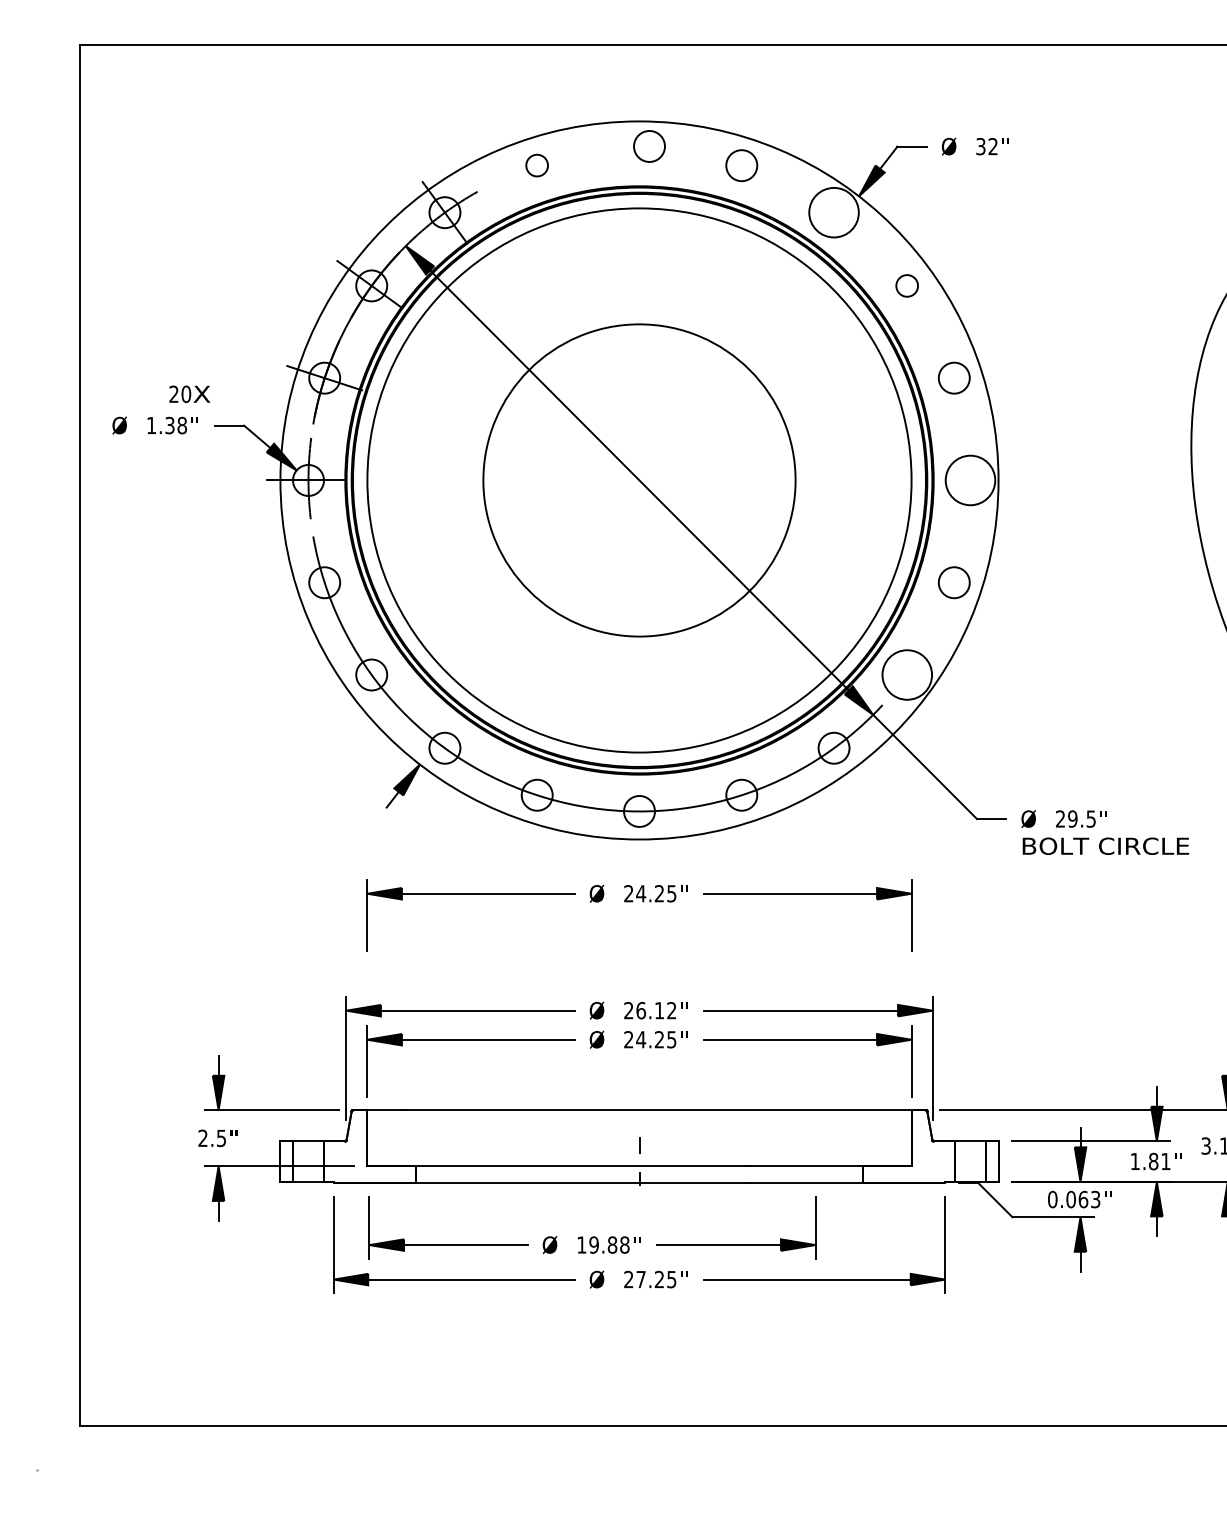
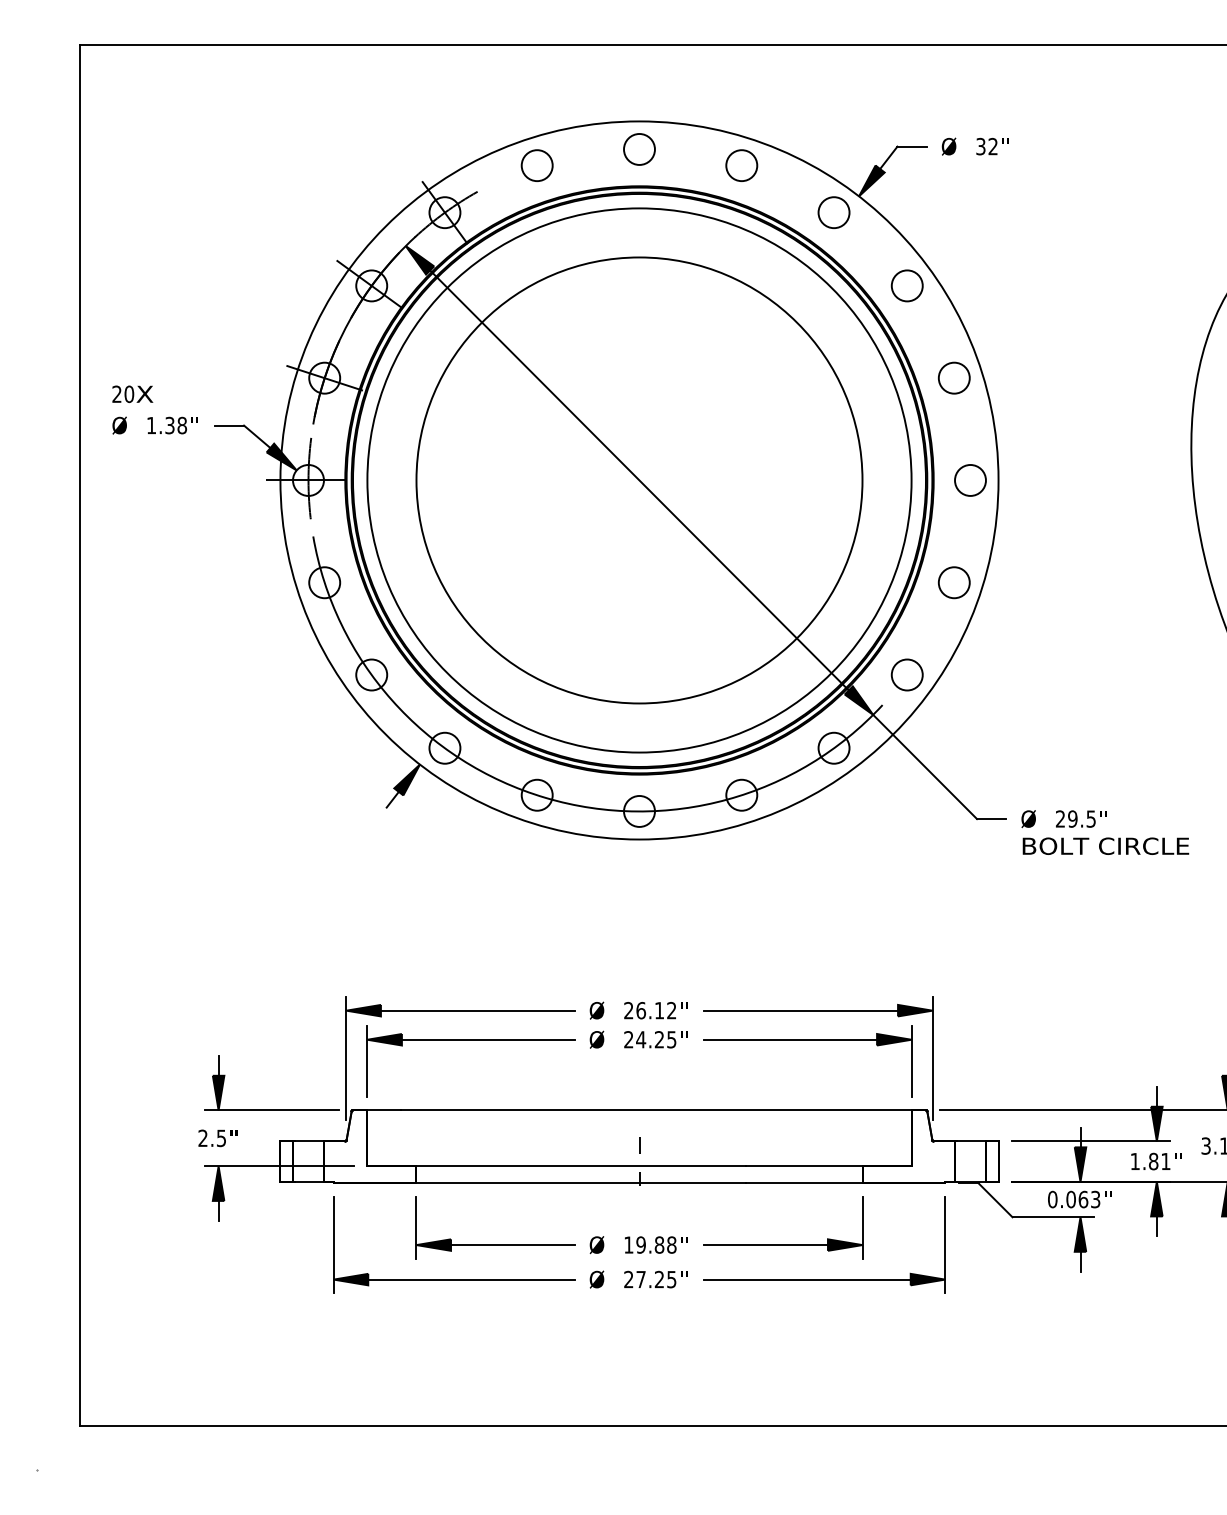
circle at (649, 146) position: (649, 146) -> (639, 149)
circle at (536, 165) size: 24x25 px -> 34x33 px
circle at (833, 212) diameter: 50 px -> 31 px
circle at (906, 285) size: 24x24 px -> 34x34 px
text at (189, 393) position: (189, 393) -> (132, 393)
circle at (639, 480) diameter: 312 px -> 446 px
circle at (970, 480) diameter: 50 px -> 31 px
circle at (907, 674) diameter: 50 px -> 31 px
part at (642, 902): present -> none
part at (592, 1236) position: (592, 1236) -> (639, 1236)
